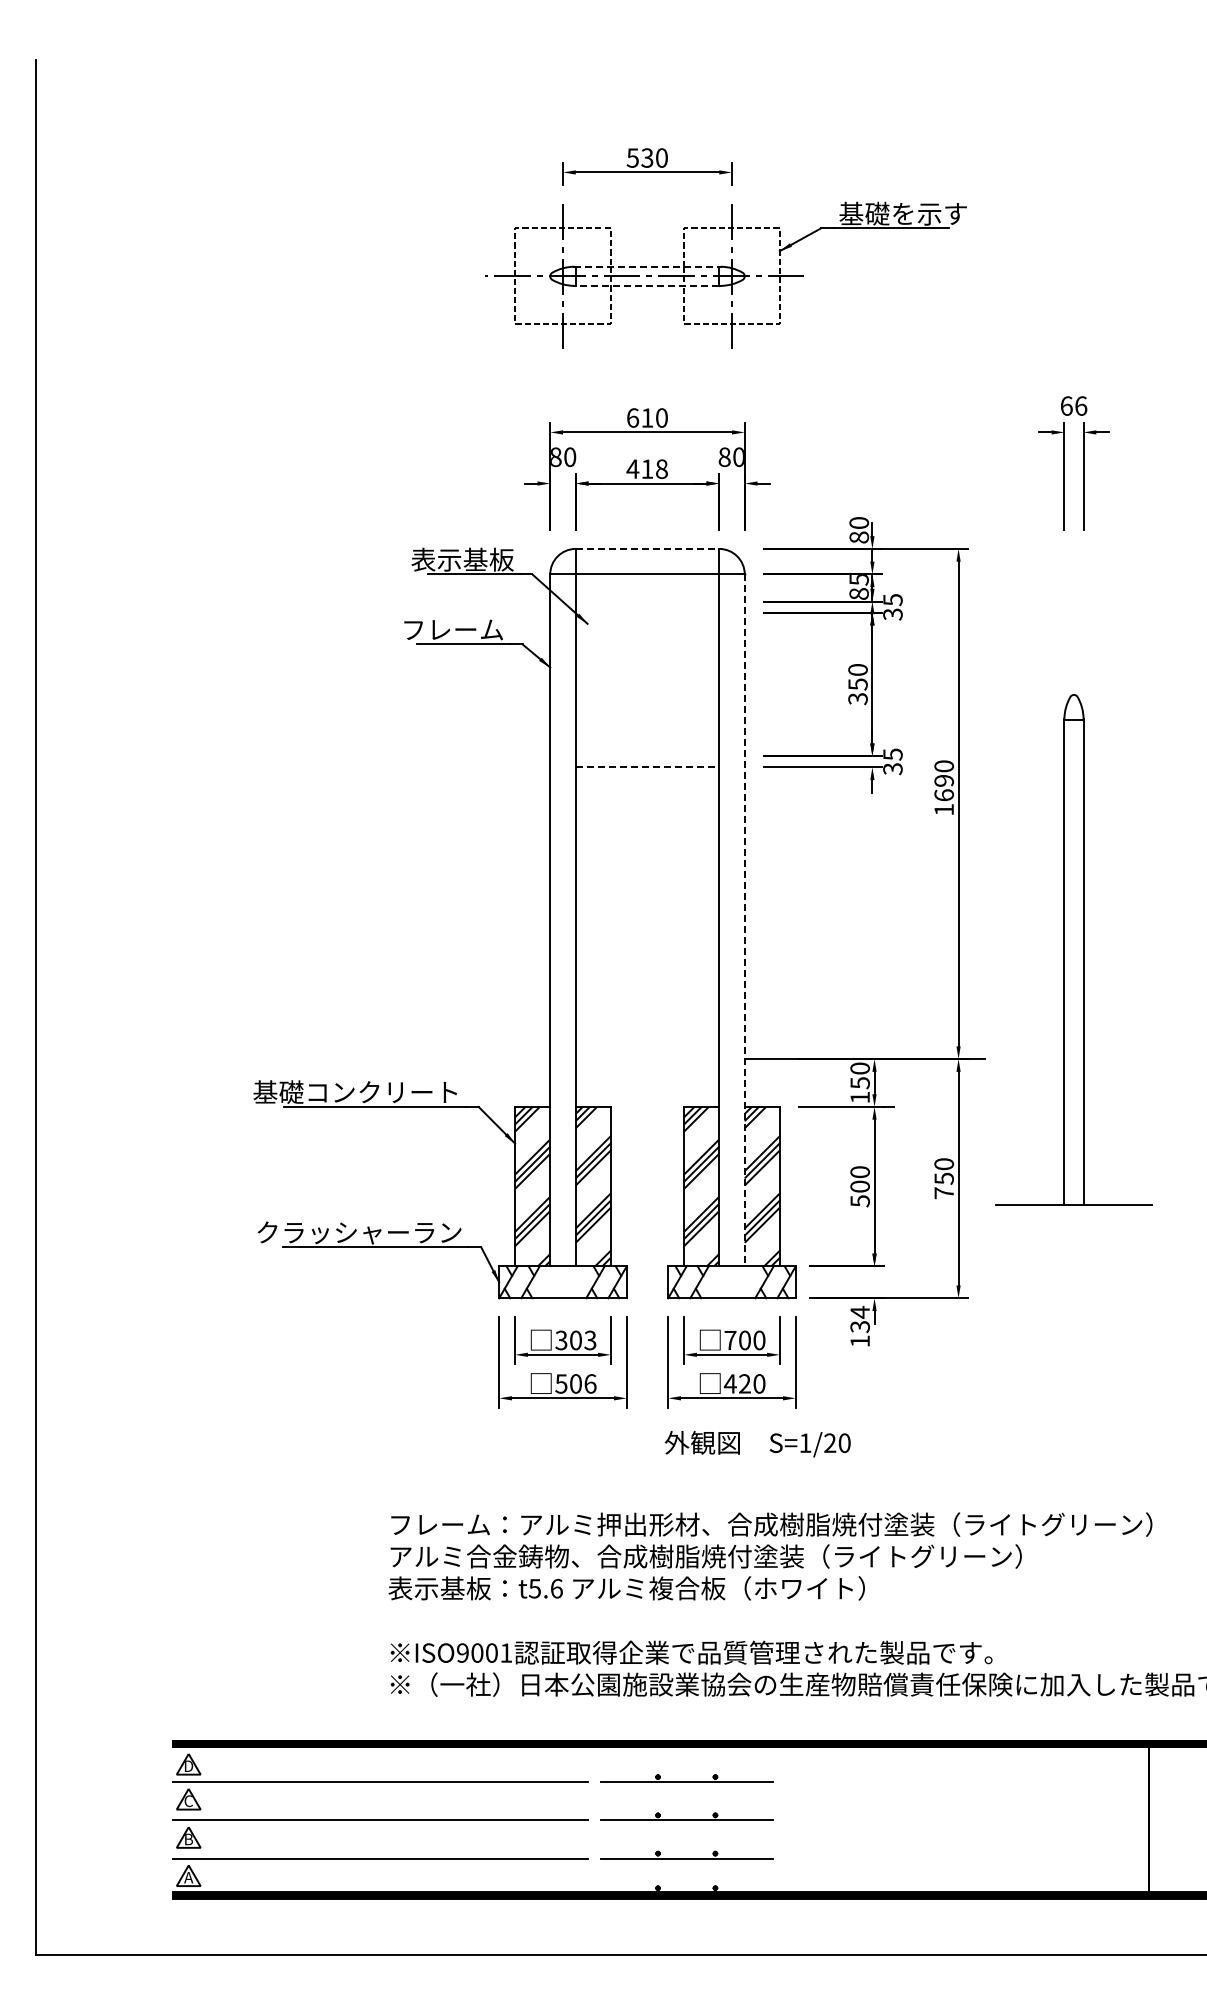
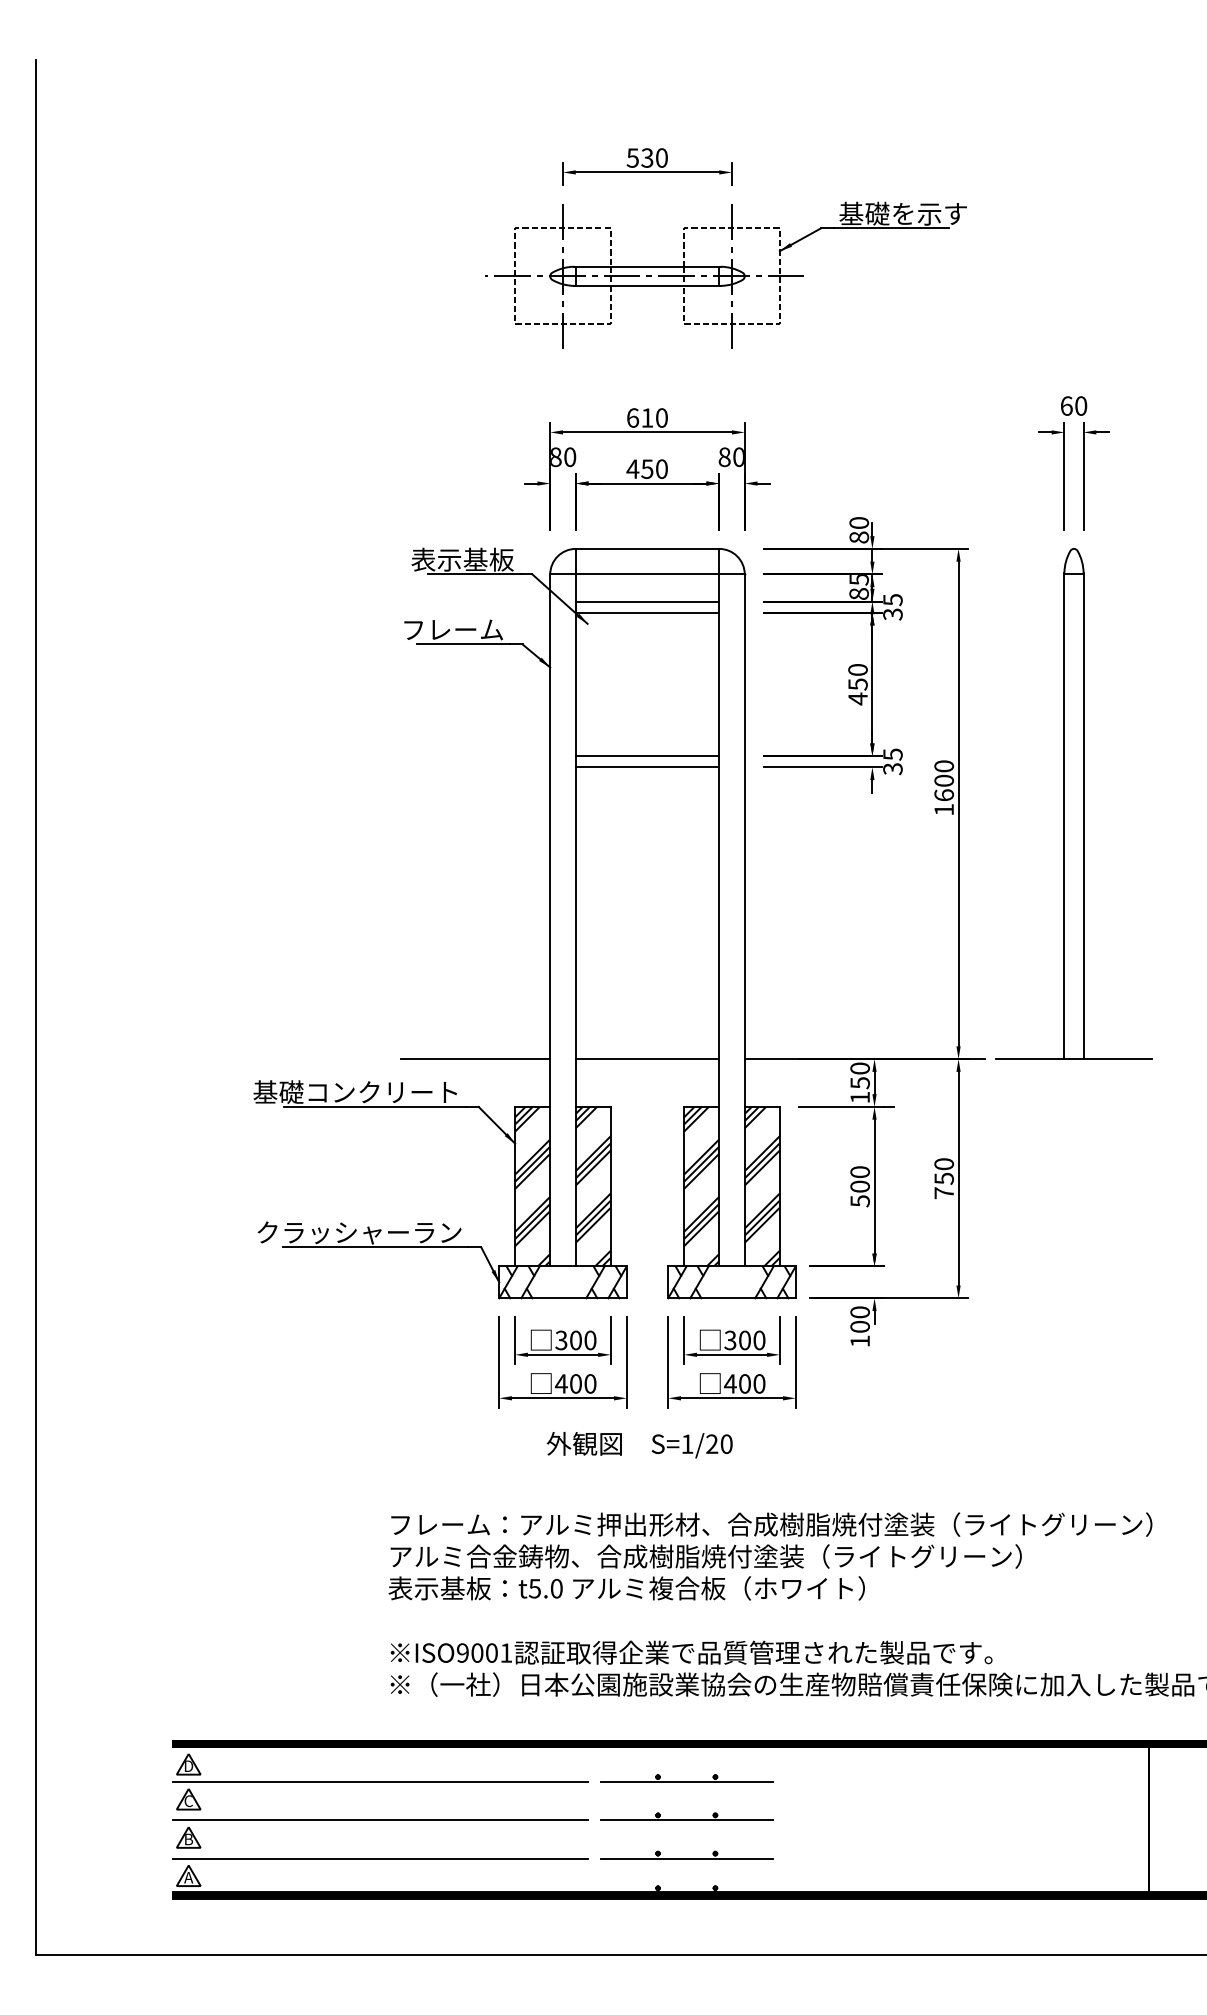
line at (646, 266): dashed -> solid
line at (646, 285): dashed -> solid
text at (1081, 405): 66 -> 60
text at (654, 468): 418 -> 450
line at (647, 548): dashed -> solid
line at (647, 601): none -> present
line at (647, 612): none -> present
text at (857, 698): 350 -> 450
line at (647, 756): none -> present
line at (647, 767): dashed -> solid
text at (943, 780): 1690 -> 1600
line at (744, 920): dashed -> solid
part at (1073, 949) position: (1073, 949) -> (1073, 803)
line at (475, 1059): none -> present
line at (647, 1059): none -> present
text at (859, 1319): 134 -> 100
text at (590, 1340): 303 -> 300
text at (730, 1340): 700 -> 300
text at (575, 1383): 506 -> 400
text at (744, 1383): 420 -> 400
text at (757, 1444) position: (757, 1444) -> (639, 1445)
text at (556, 1588): t5.6 -> t5.0
